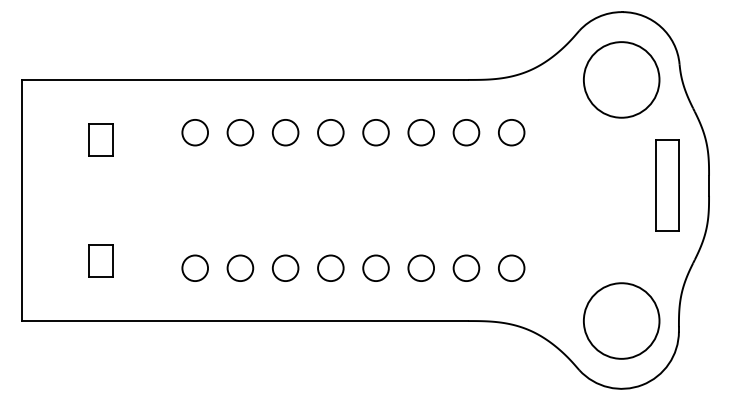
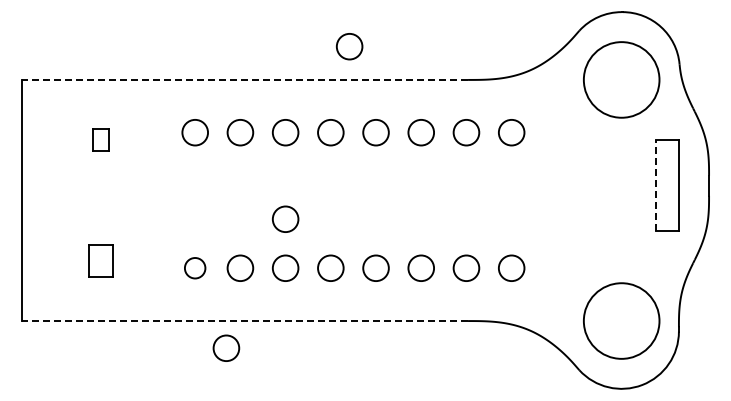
circle at (349, 46): none -> present
line at (244, 79): solid -> dashed
part at (100, 139) size: 26x34 px -> 18x24 px
line at (655, 185): solid -> dashed
circle at (285, 218): none -> present
circle at (194, 267) size: 28x28 px -> 23x23 px
line at (244, 321): solid -> dashed
circle at (226, 347): none -> present
